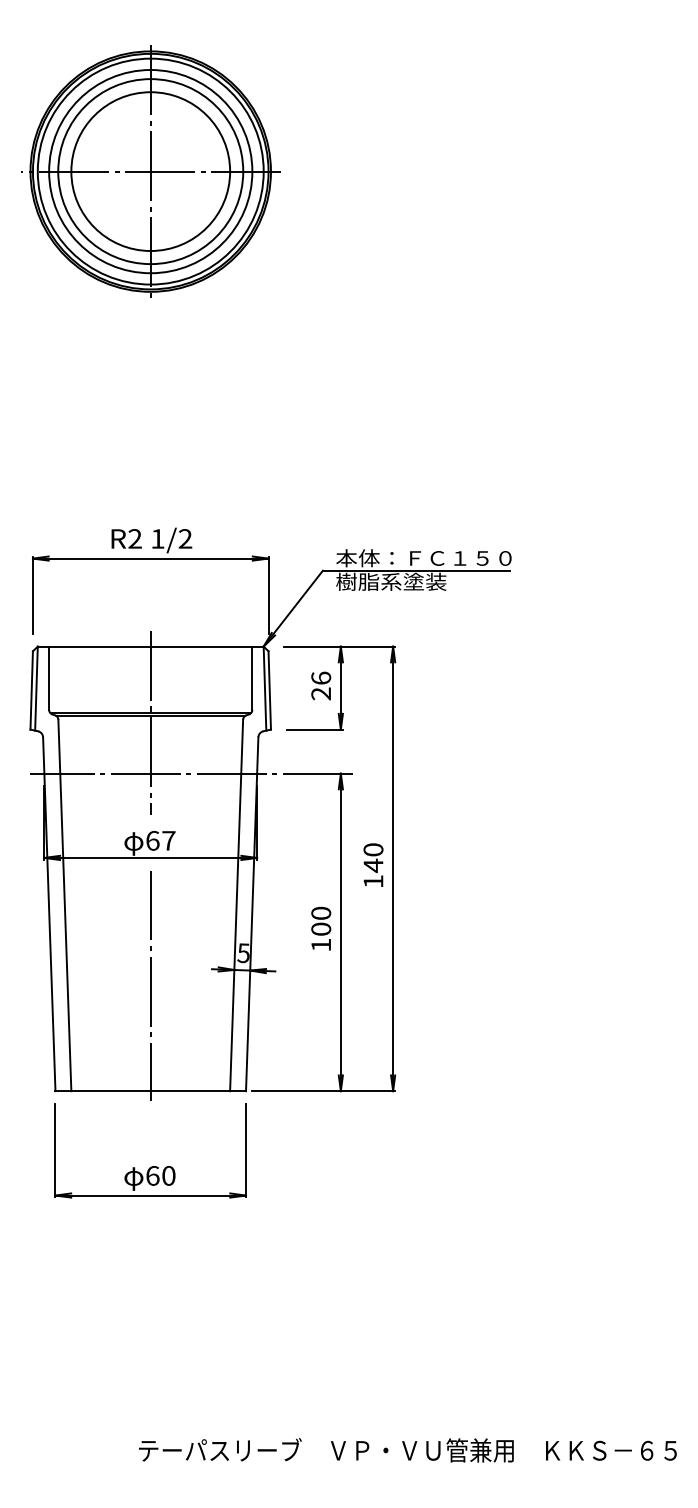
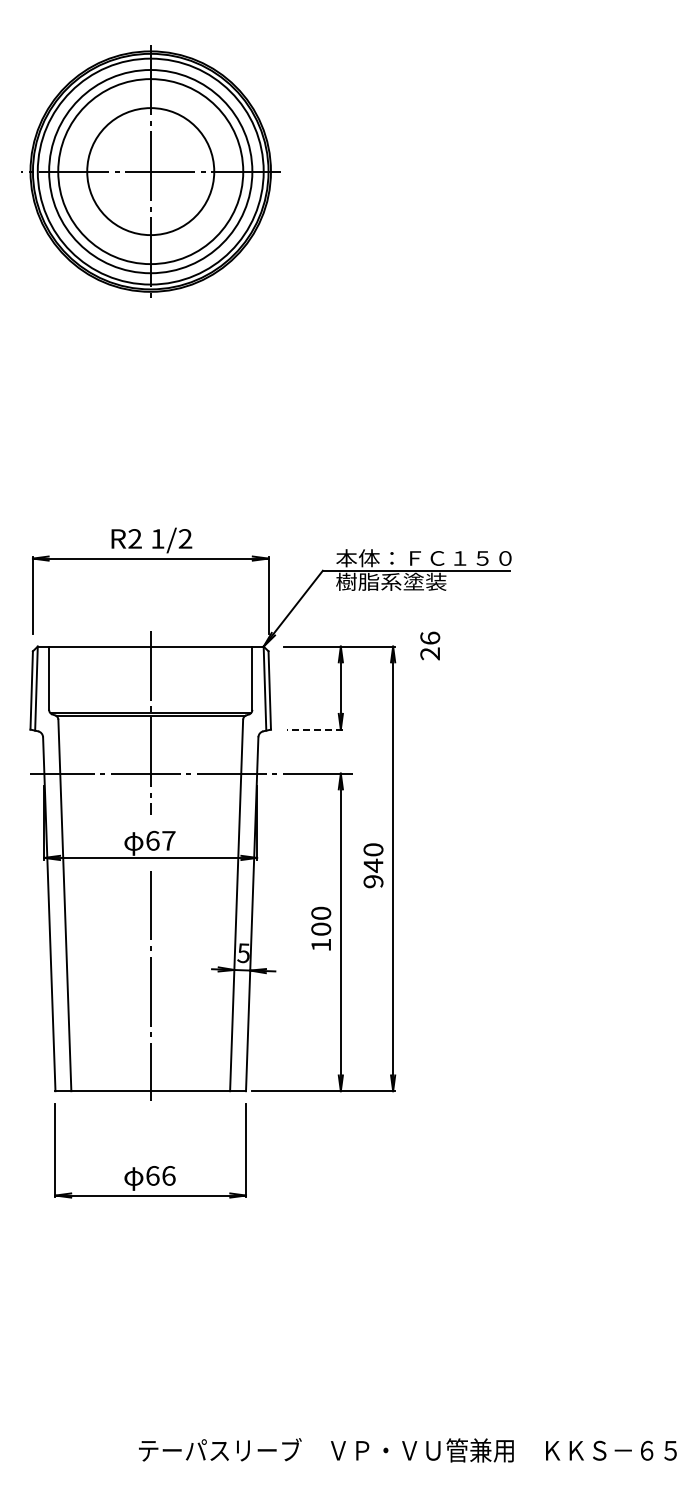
circle at (150, 171) diameter: 159 px -> 127 px
text at (321, 685) position: (321, 685) -> (430, 645)
line at (314, 729): solid -> dashed
text at (373, 881): 140 -> 940
text at (168, 1175): 60 -> 66
